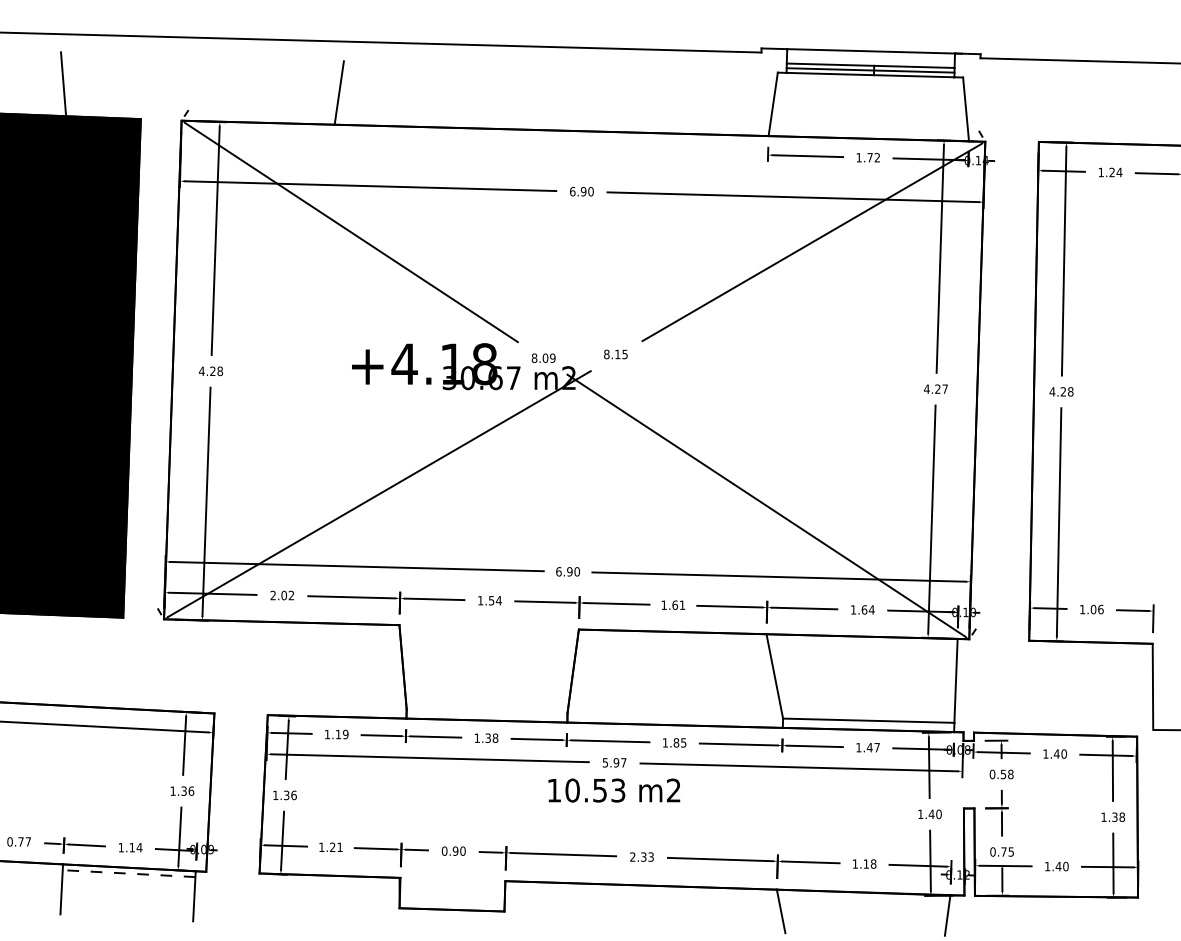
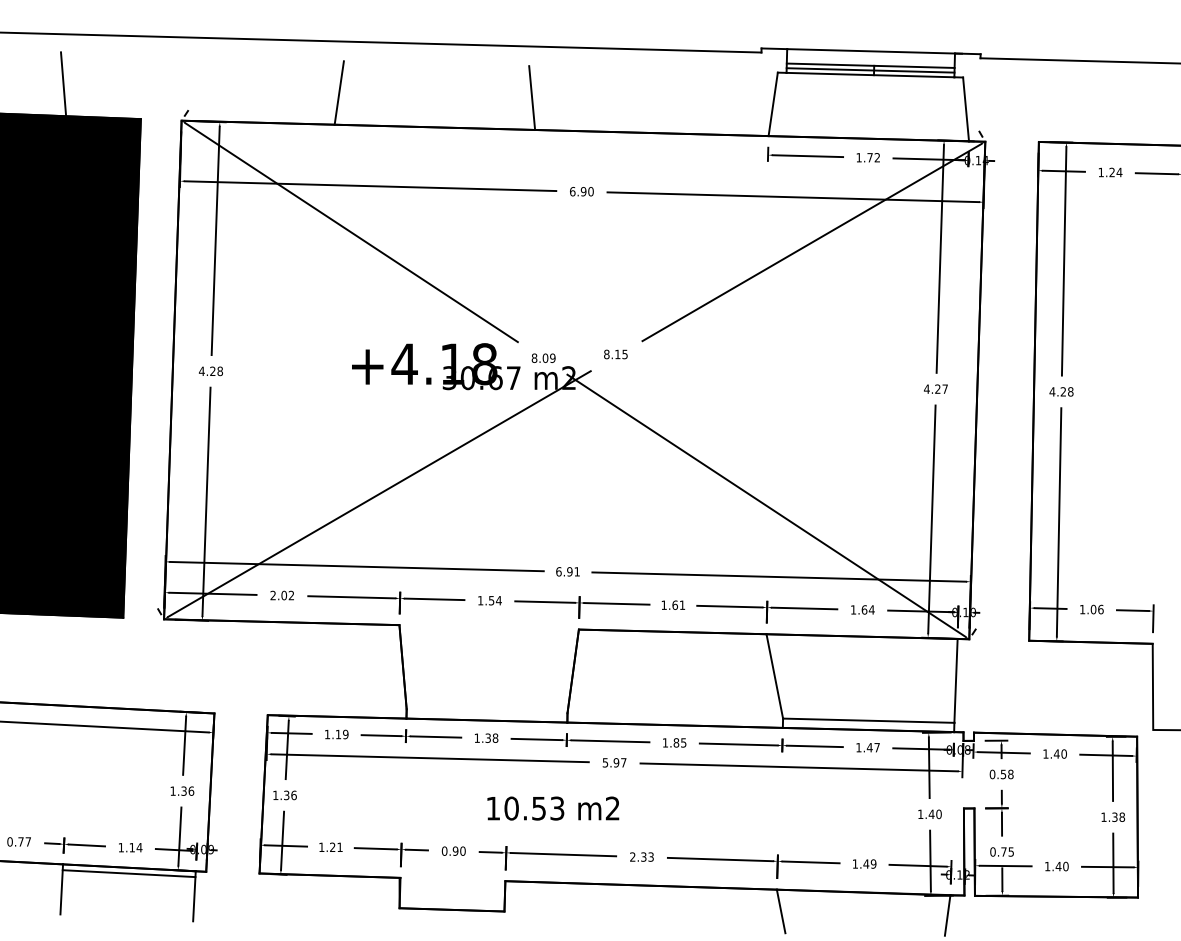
line at (532, 97): none -> present
text at (577, 571): 6.90 -> 6.91
text at (614, 790) position: (614, 790) -> (553, 808)
text at (869, 863): 1.18 -> 1.49
line at (128, 873): dashed -> solid
